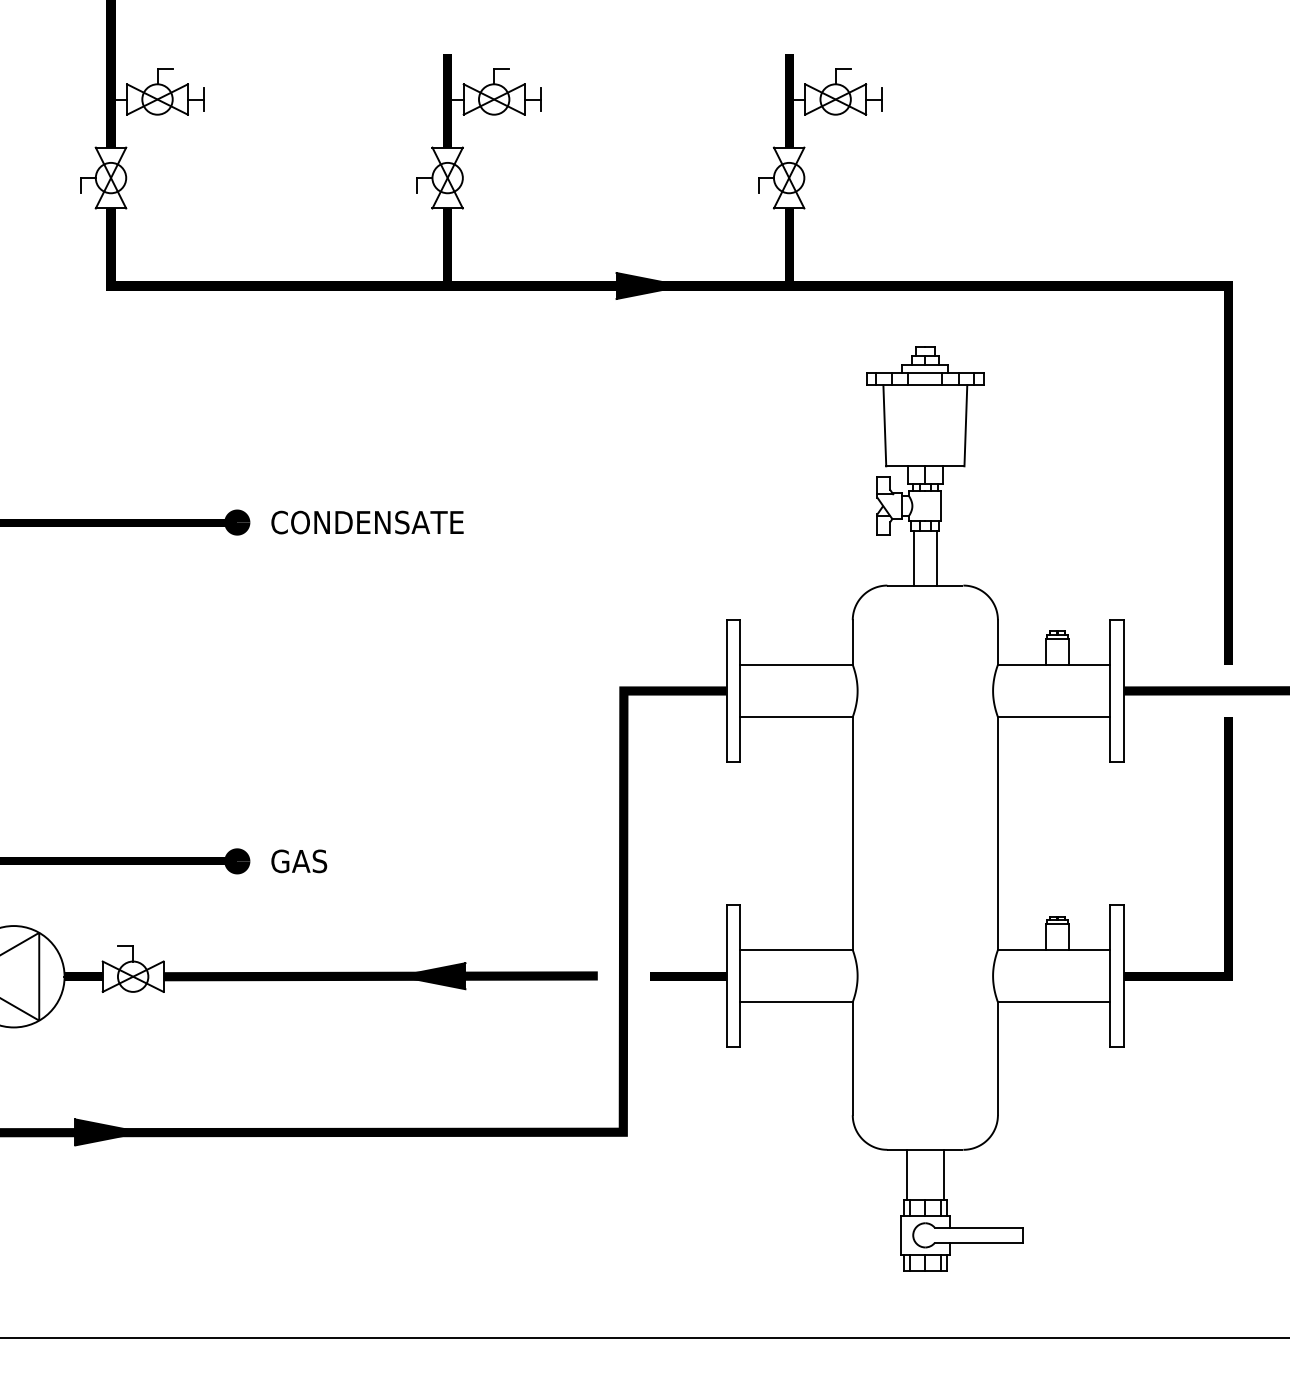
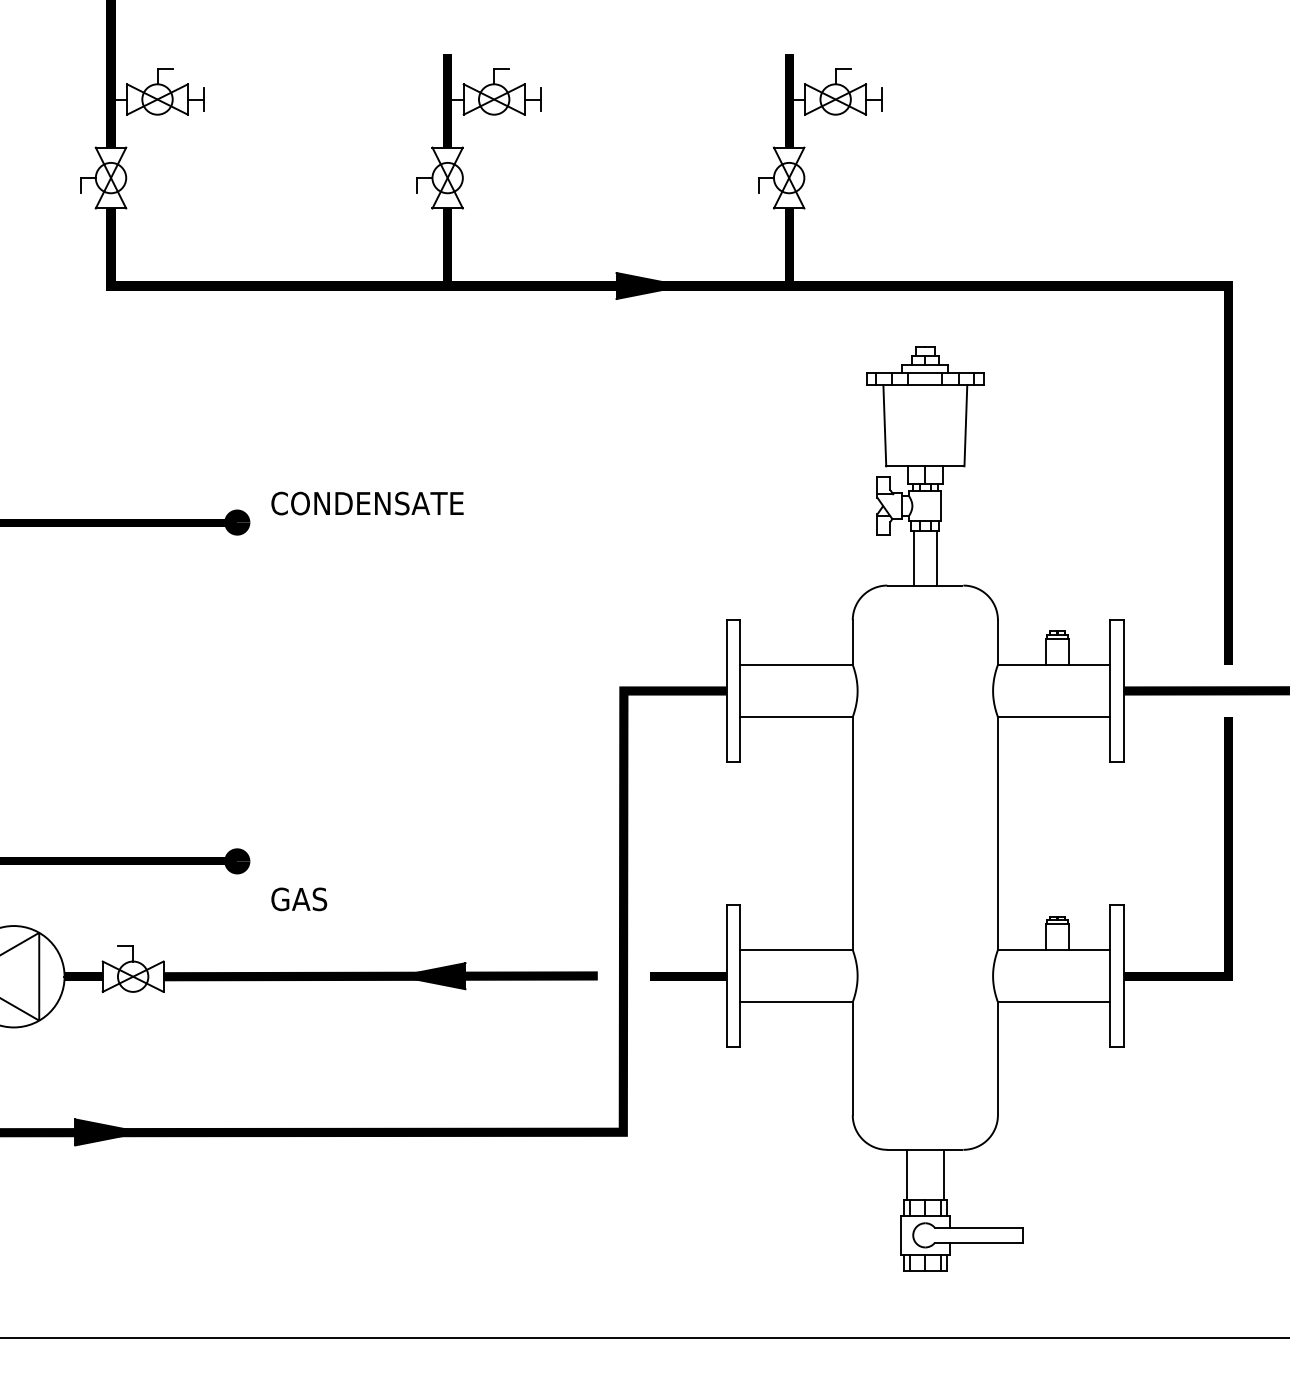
text at (367, 522) position: (367, 522) -> (367, 503)
text at (299, 861) position: (299, 861) -> (299, 899)
